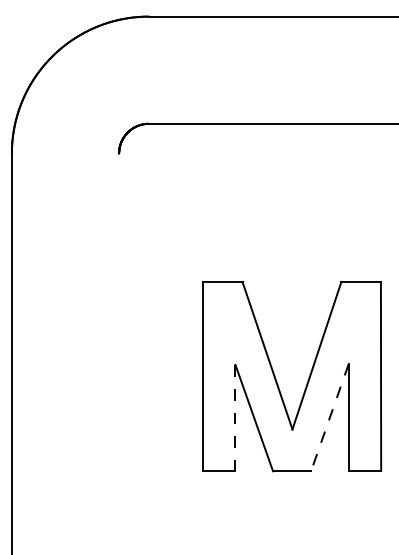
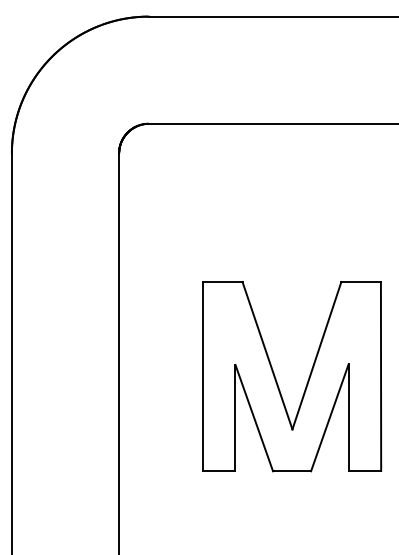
line at (119, 352): none -> present
line at (329, 417): dashed -> solid
line at (235, 418): dashed -> solid
